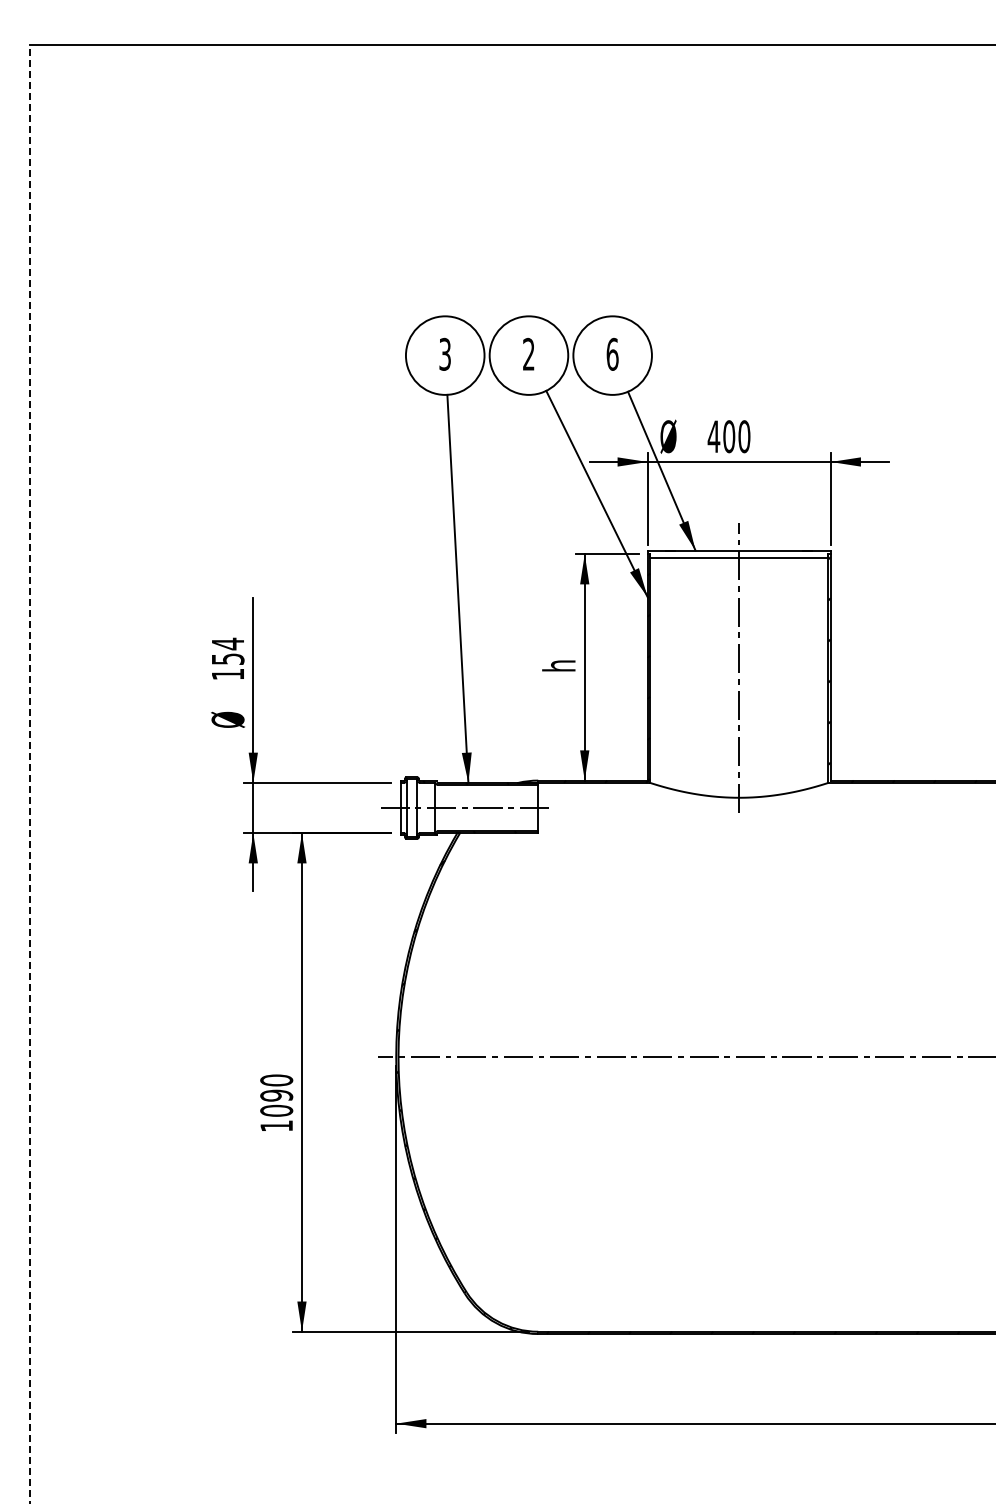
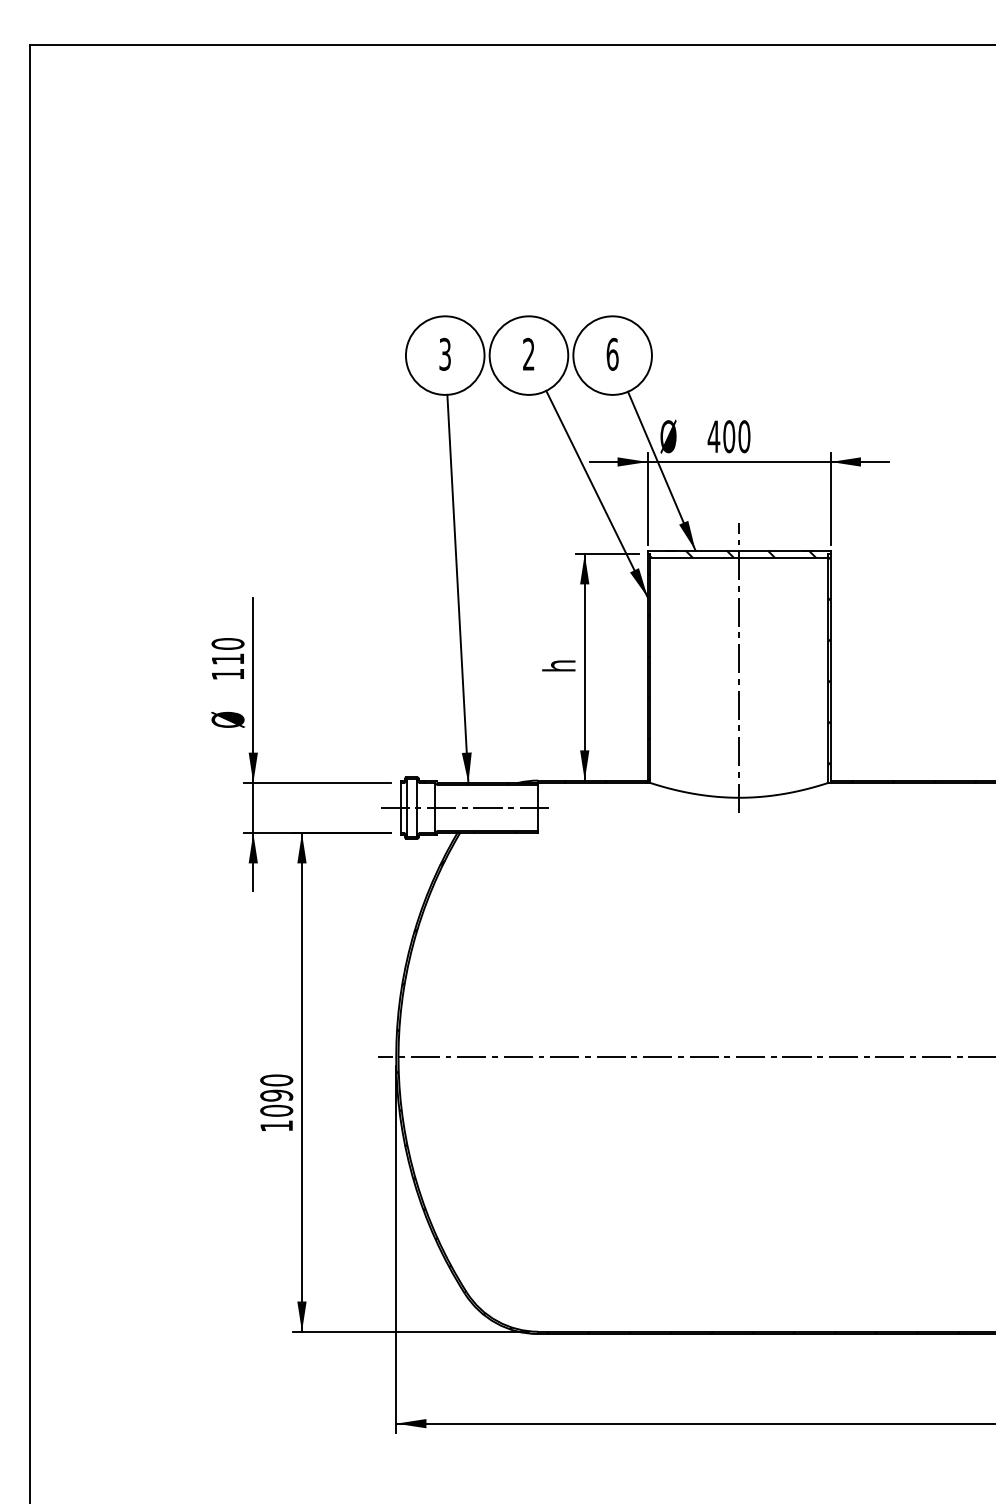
hatch at (731, 553): none -> present
text at (227, 650): 154 -> 110
line at (29, 773): dashed -> solid
